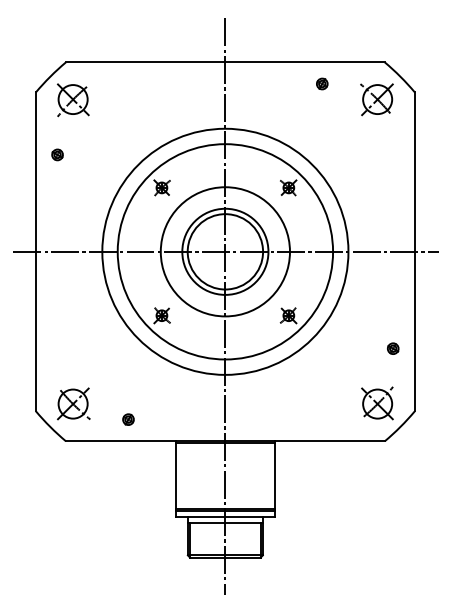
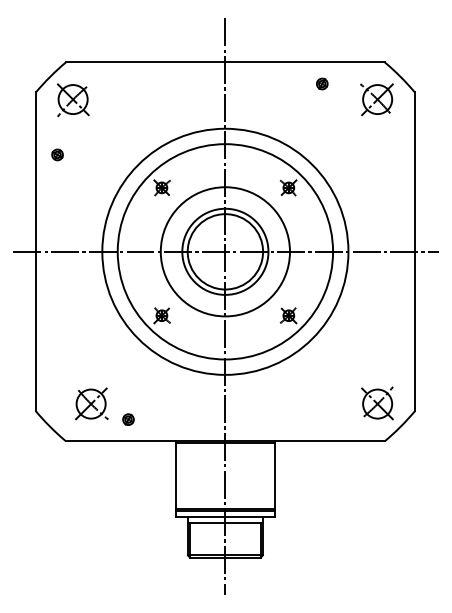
part at (393, 348): present -> none
part at (73, 403) position: (73, 403) -> (91, 403)
